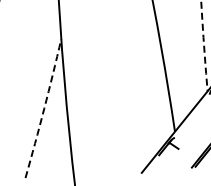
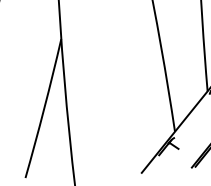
arc at (204, 46): dashed -> solid
arc at (44, 108): dashed -> solid
